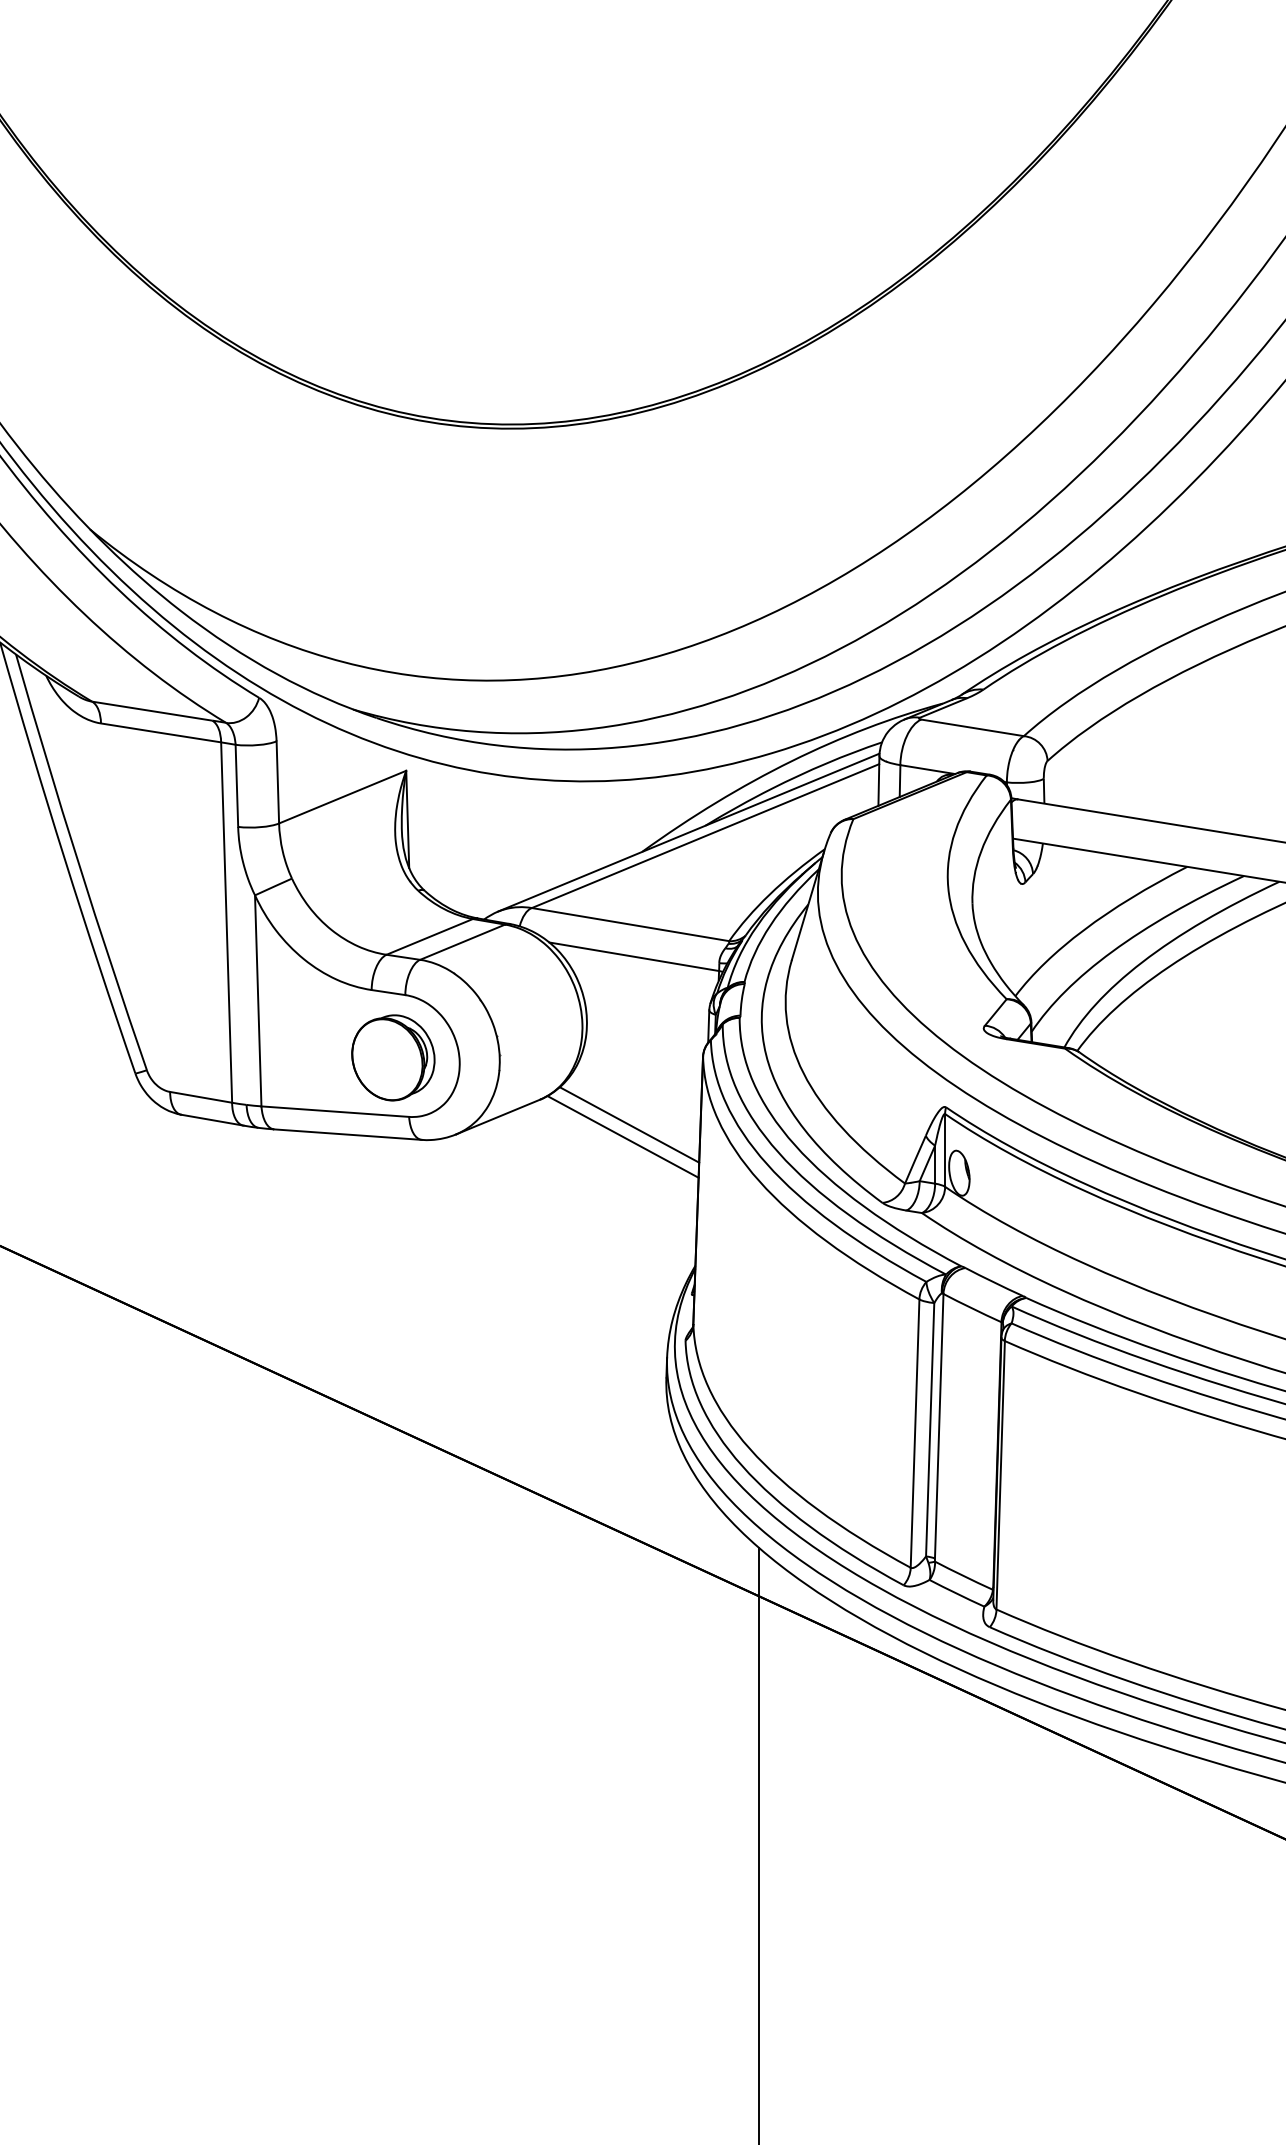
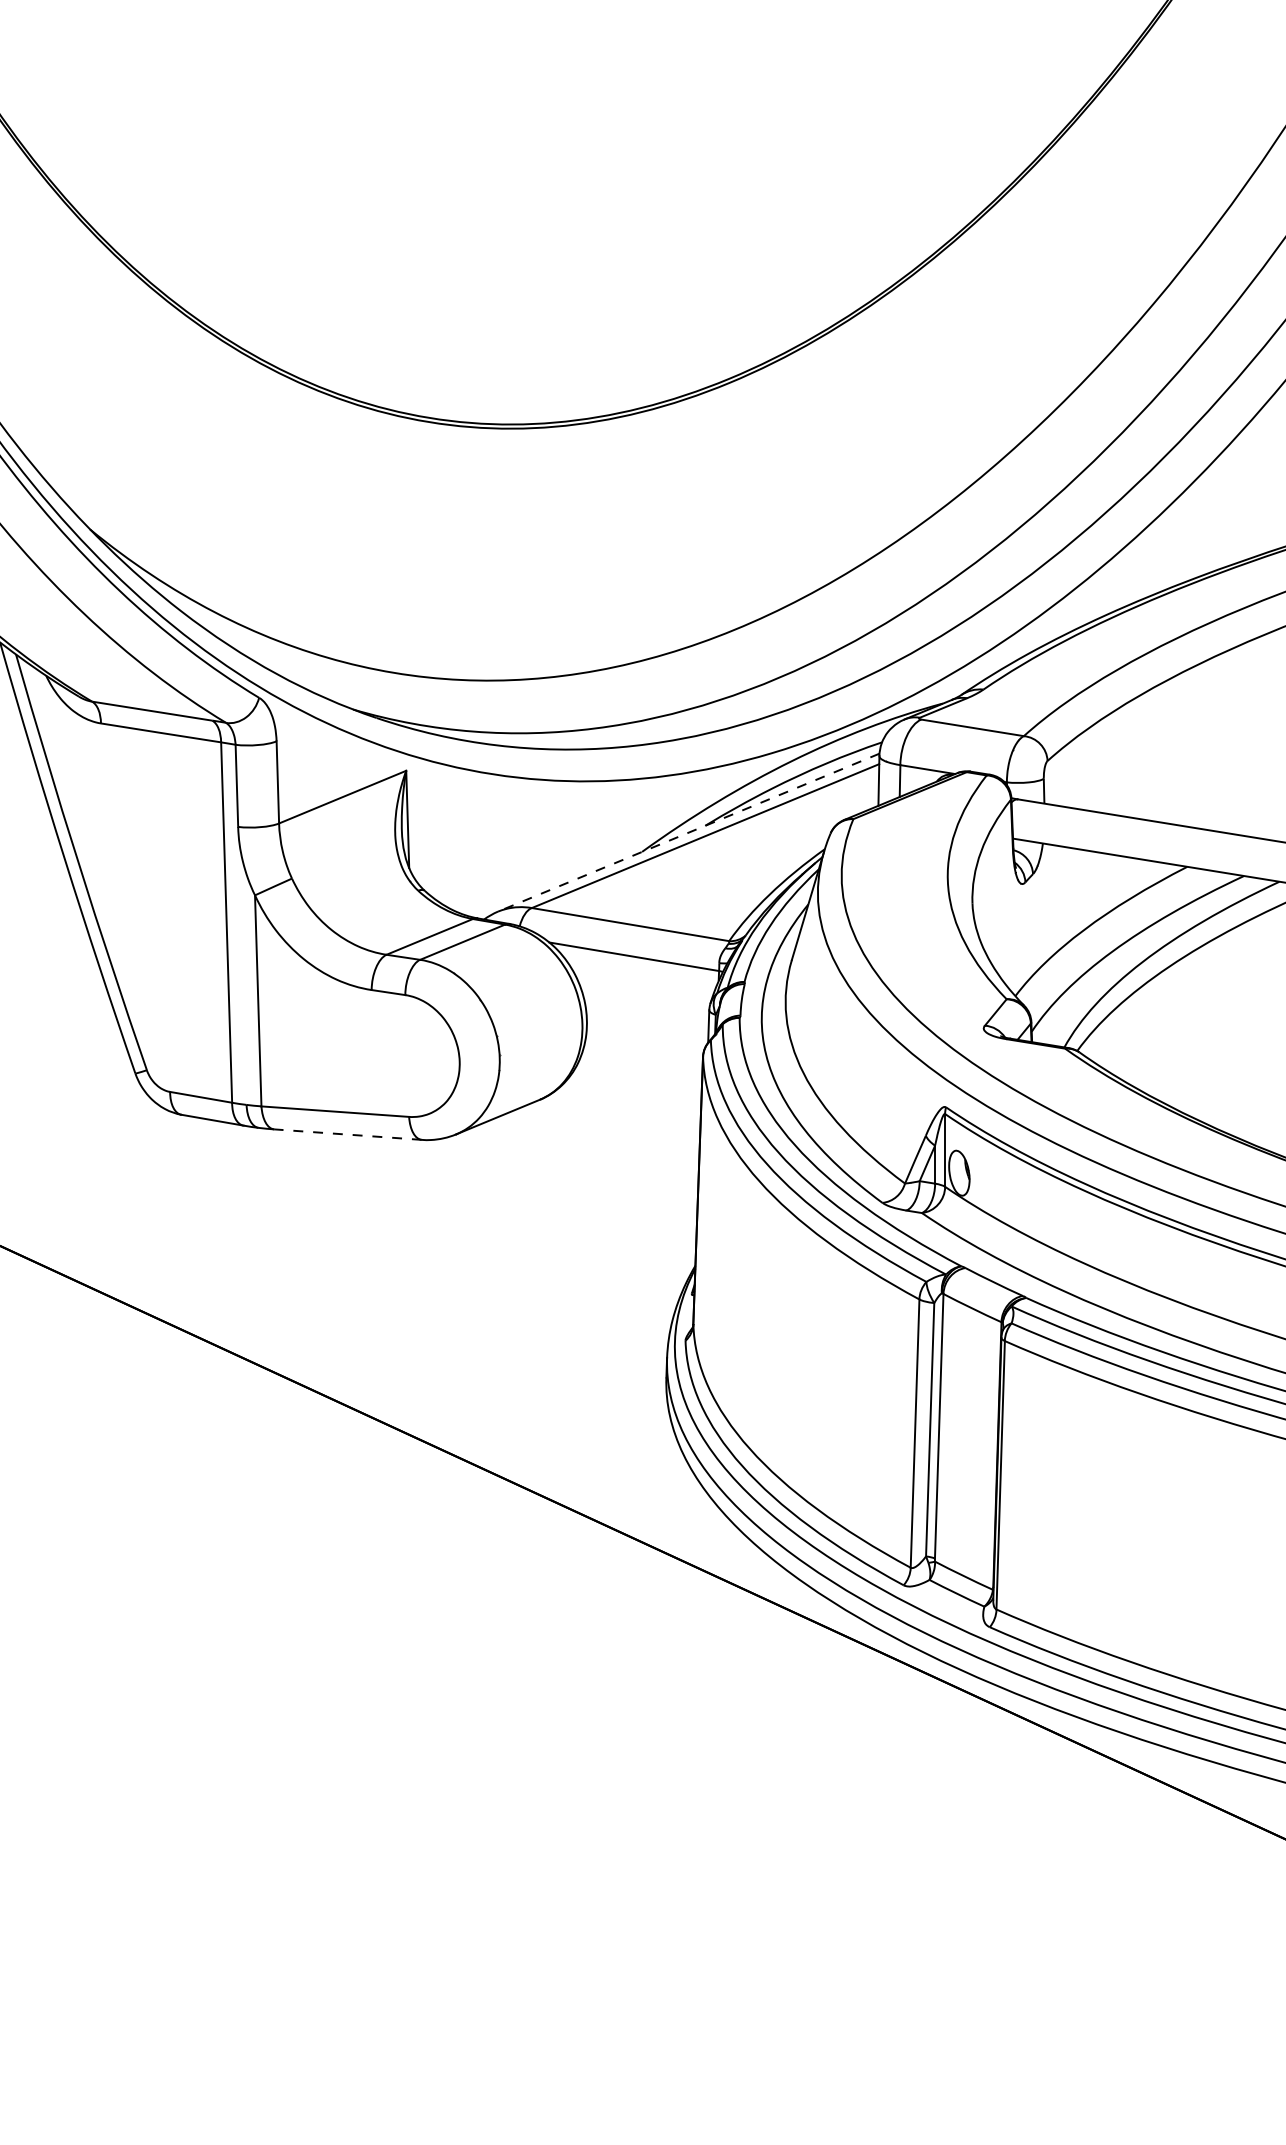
line at (688, 832): solid -> dashed
part at (393, 1057): present -> none
line at (629, 1124): present -> none
line at (347, 1134): solid -> dashed
line at (622, 1136): present -> none
line at (758, 1844): present -> none
